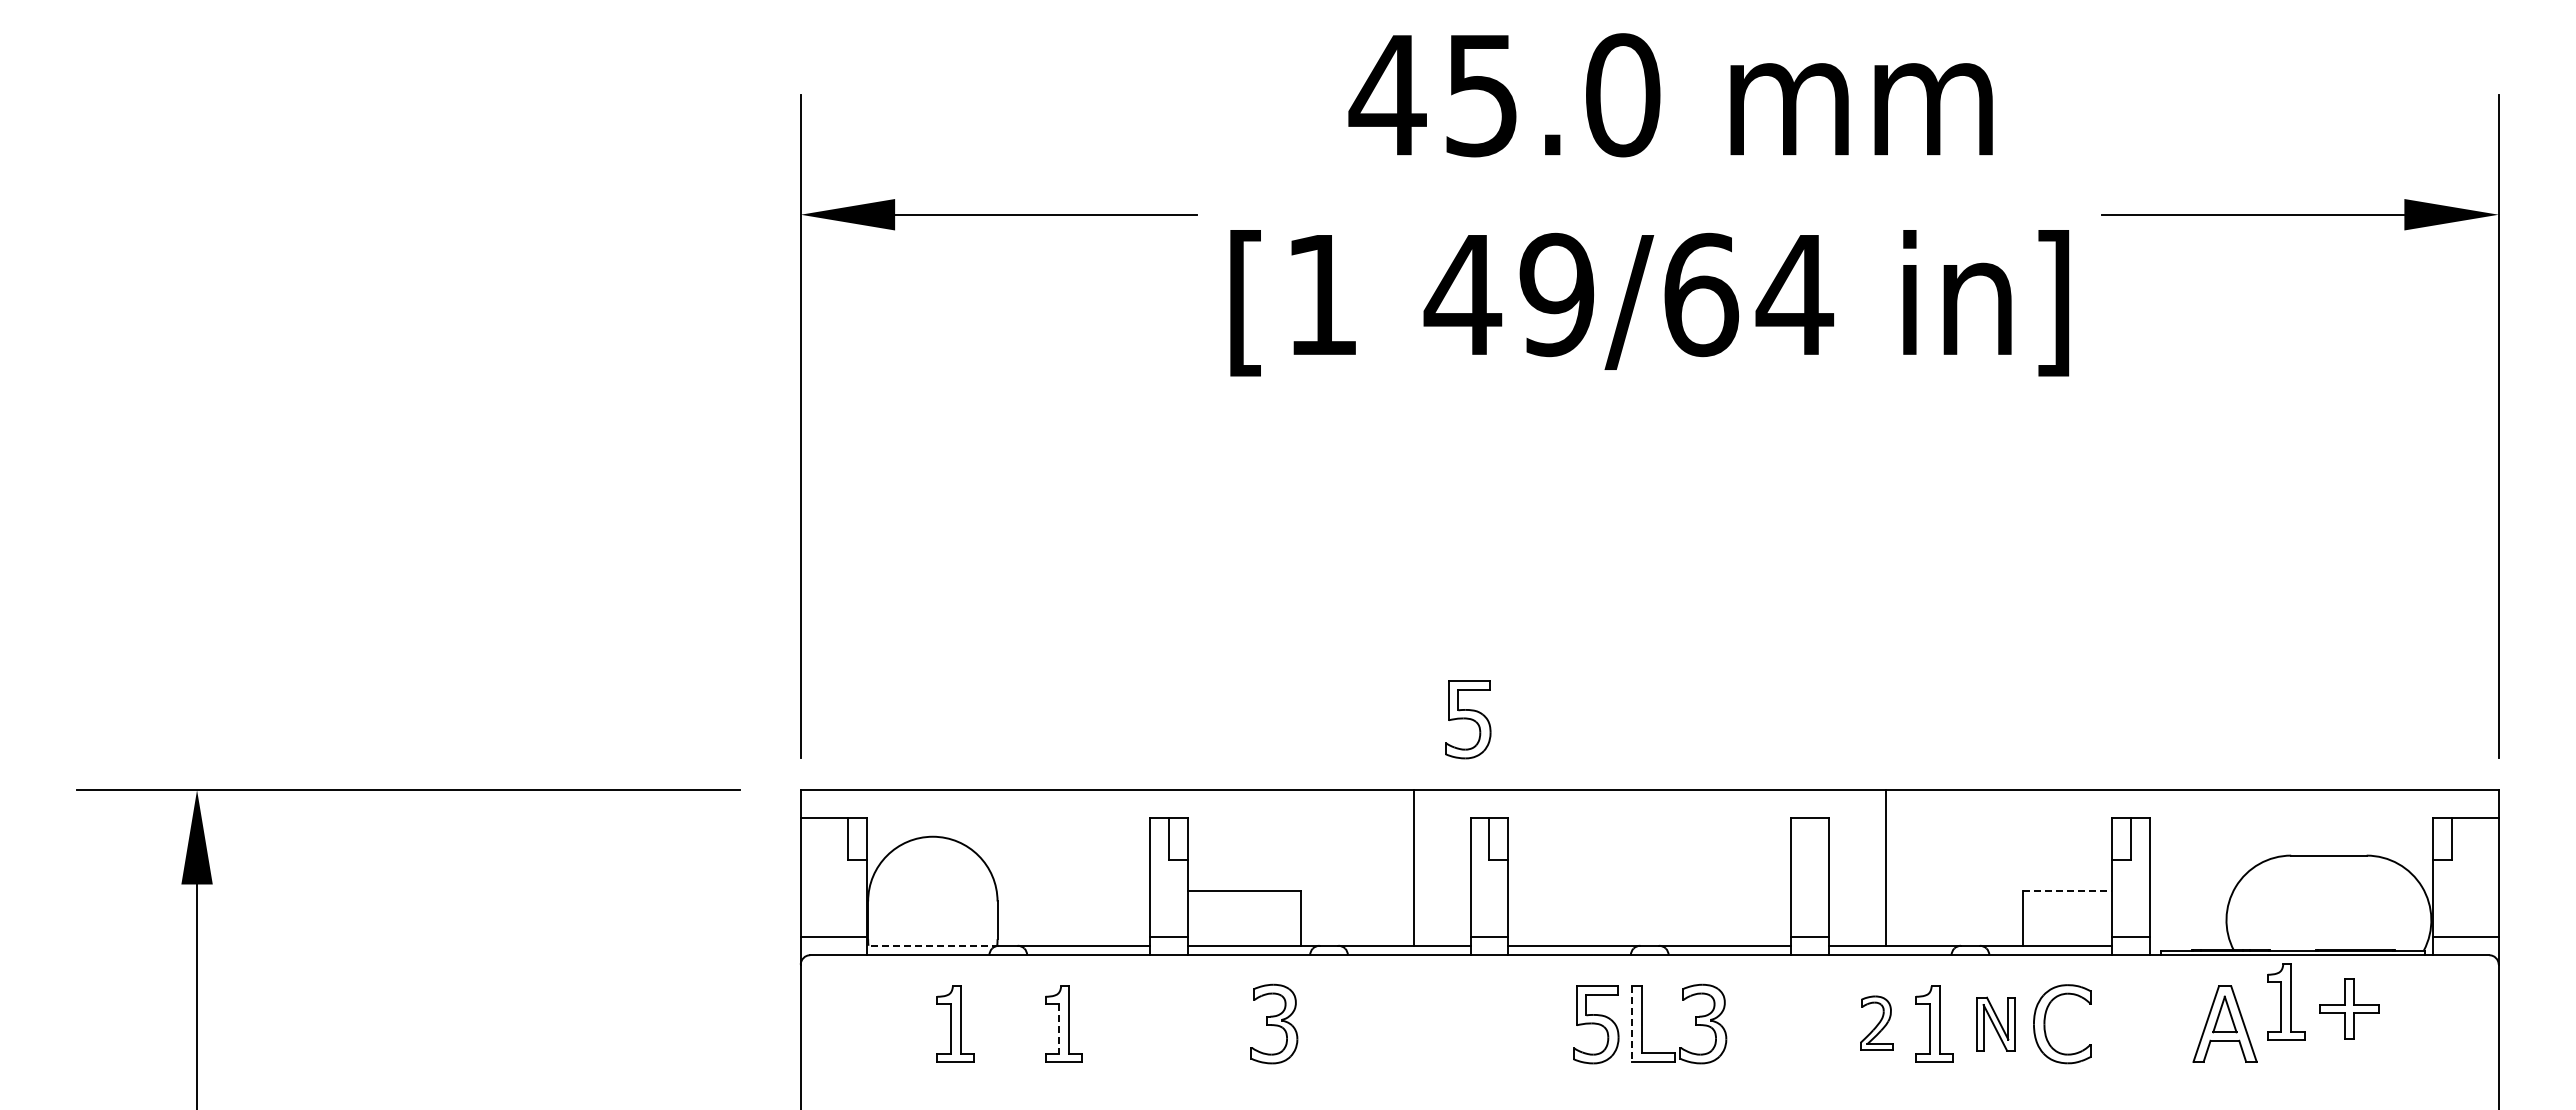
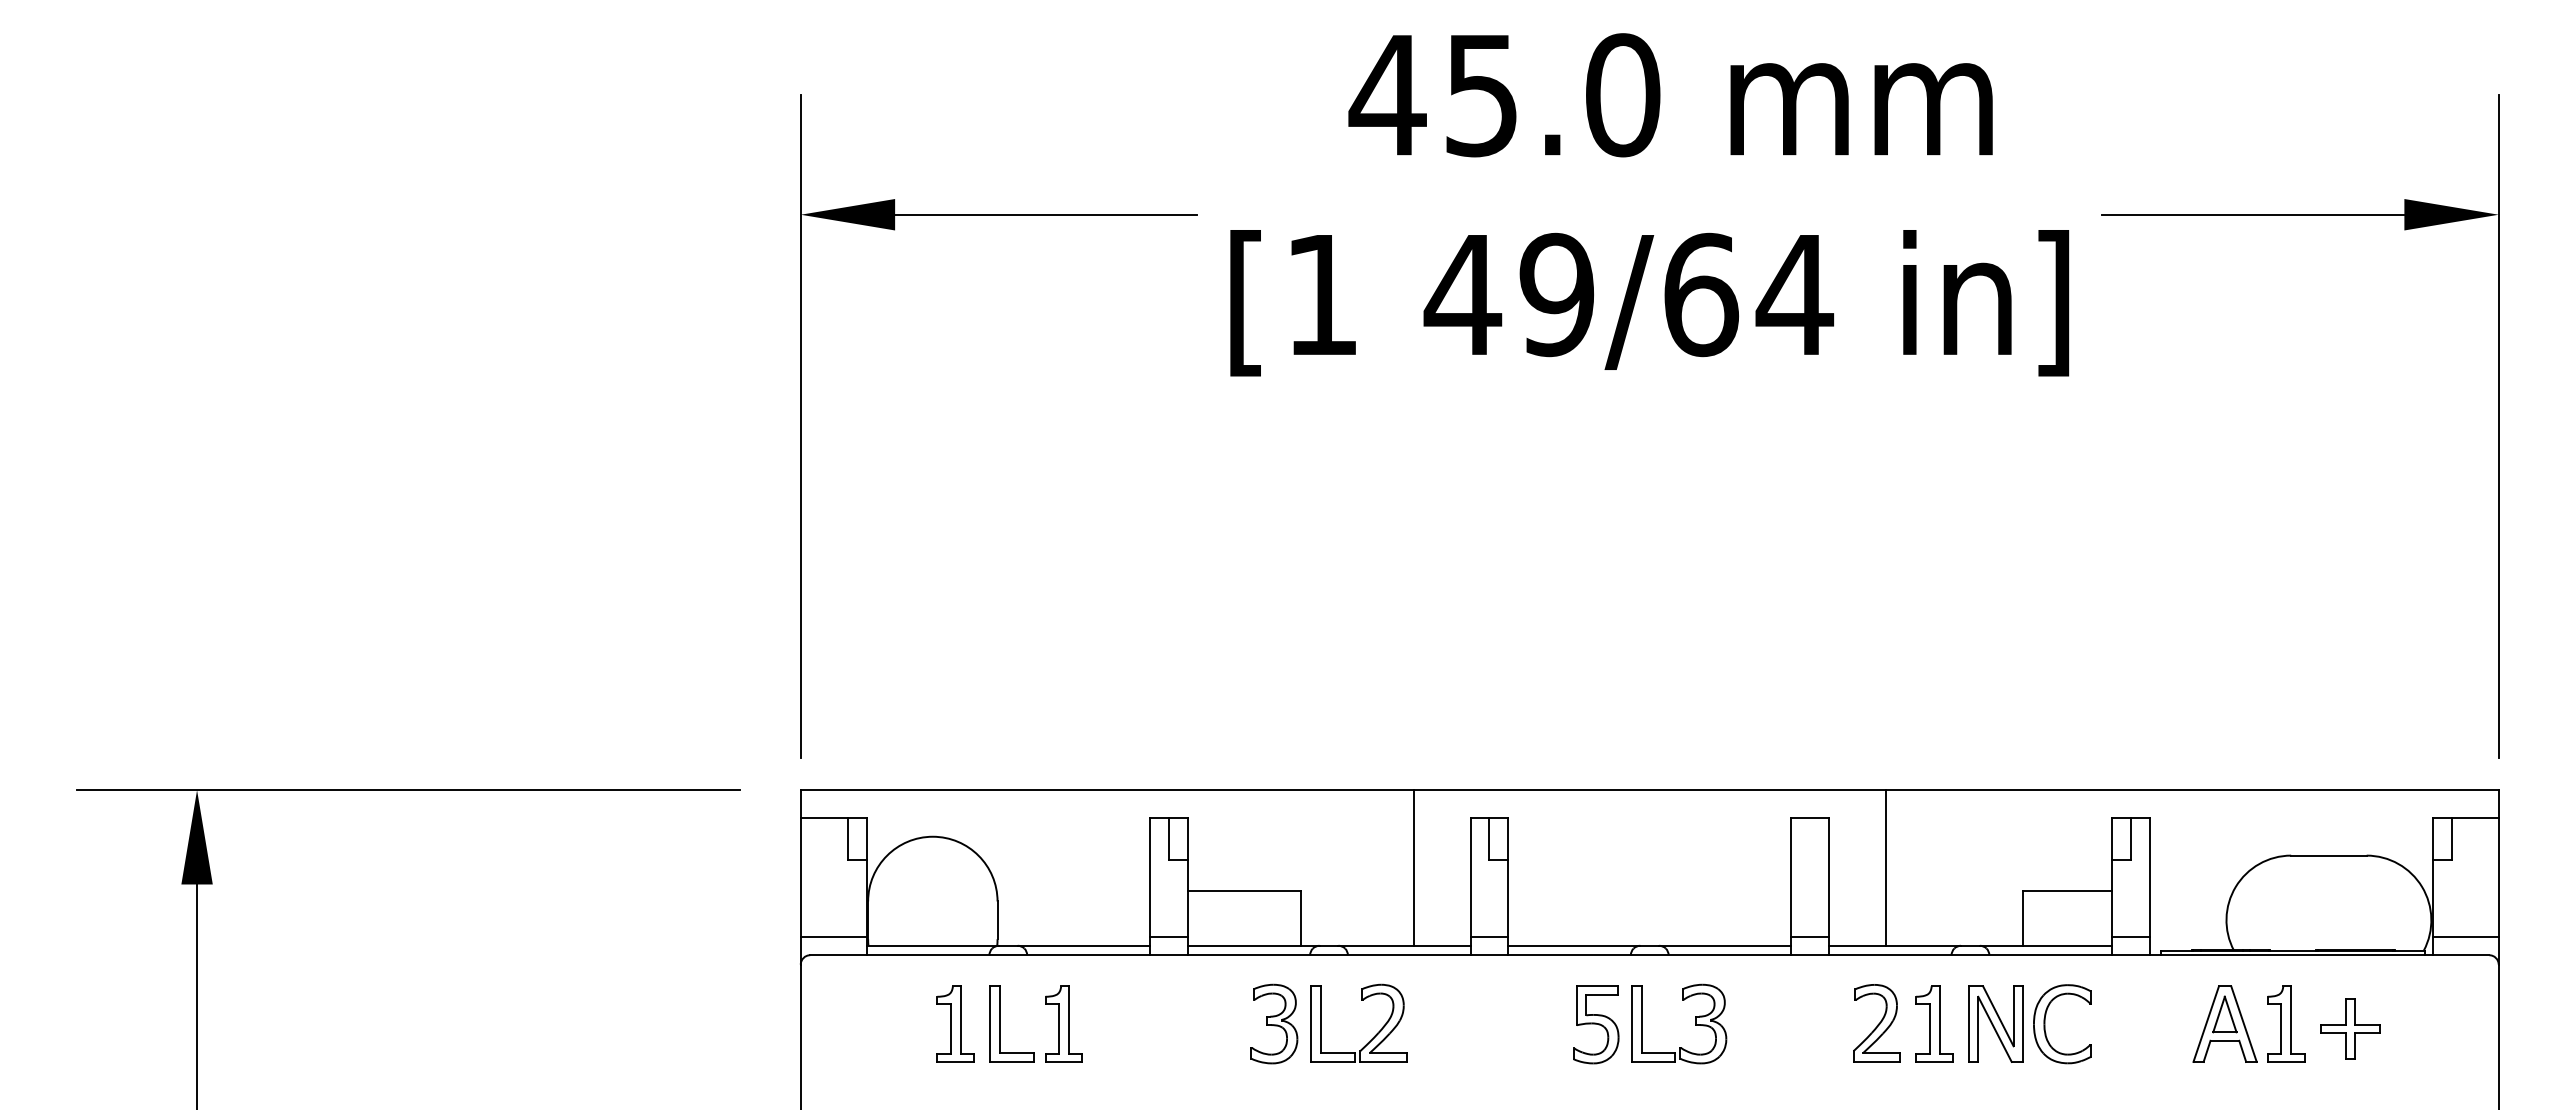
part at (1468, 719): present -> none
line at (2068, 891): dashed -> solid
line at (932, 945): dashed -> solid
part at (2286, 1001) position: (2286, 1001) -> (2286, 1023)
part at (2349, 1008) position: (2349, 1008) -> (2350, 1028)
part at (1876, 1022) size: 34x56 px -> 48x79 px
part at (1000, 1023): none -> present
part at (1995, 1023) size: 40x56 px -> 56x78 px
line at (1631, 1024): dashed -> solid
line at (1059, 1029): dashed -> solid
part at (1373, 1036): none -> present
